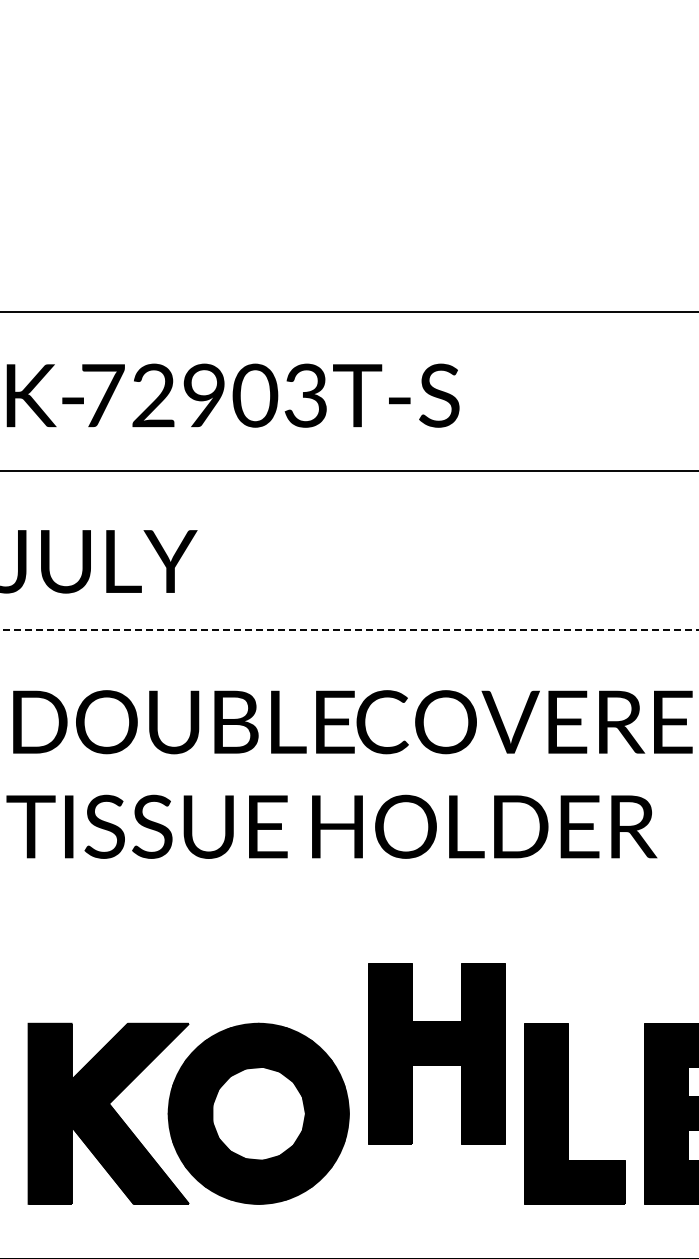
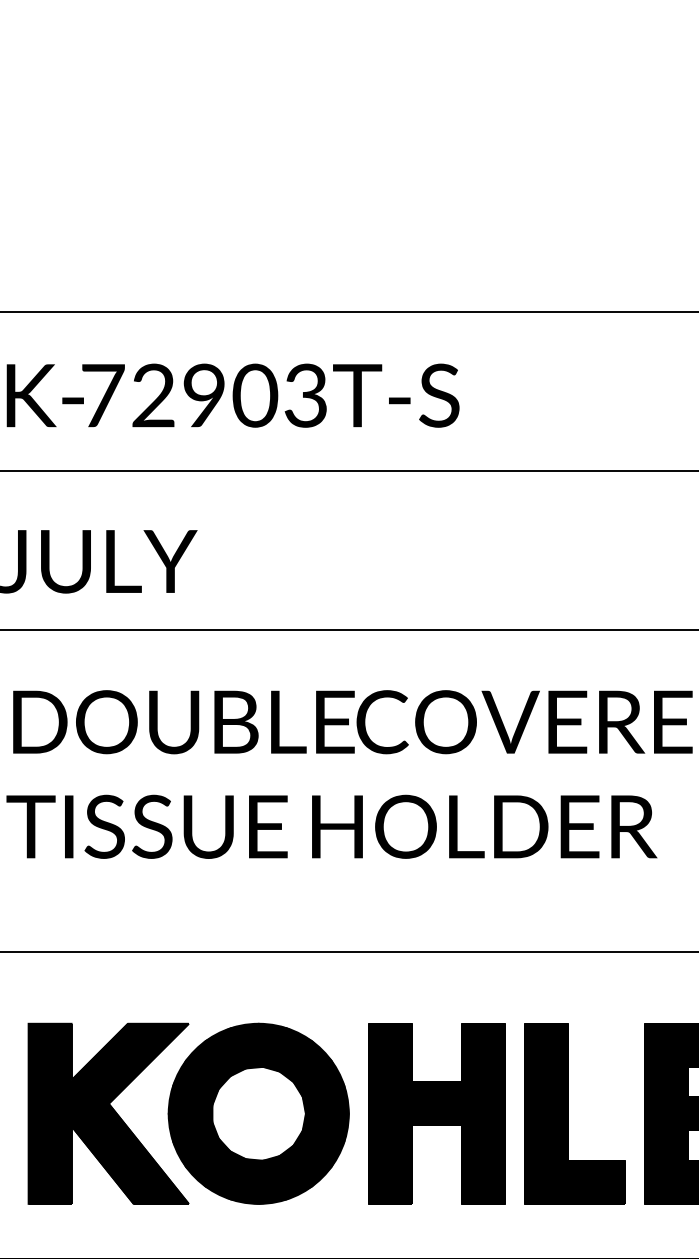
line at (349, 630): dashed -> solid
line at (348, 951): none -> present
part at (436, 1053) position: (436, 1053) -> (436, 1113)
